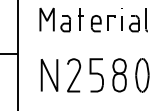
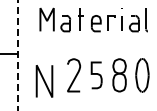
line at (17, 55): solid -> dashed
line at (49, 75) position: (49, 75) -> (44, 81)
part at (96, 75) size: 15x35 px -> 13x29 px
